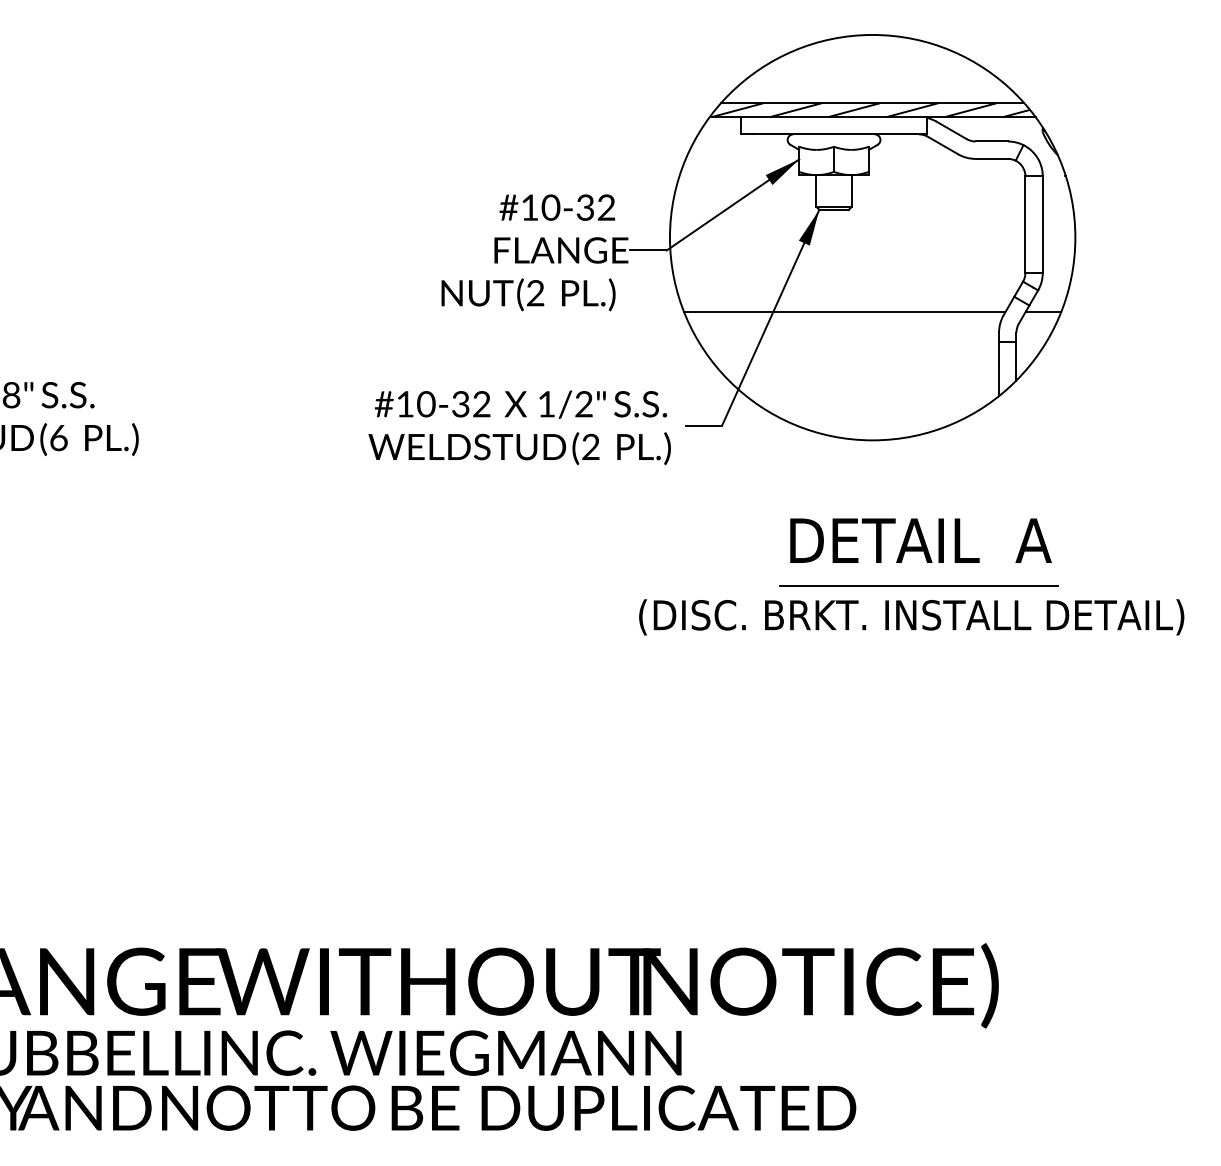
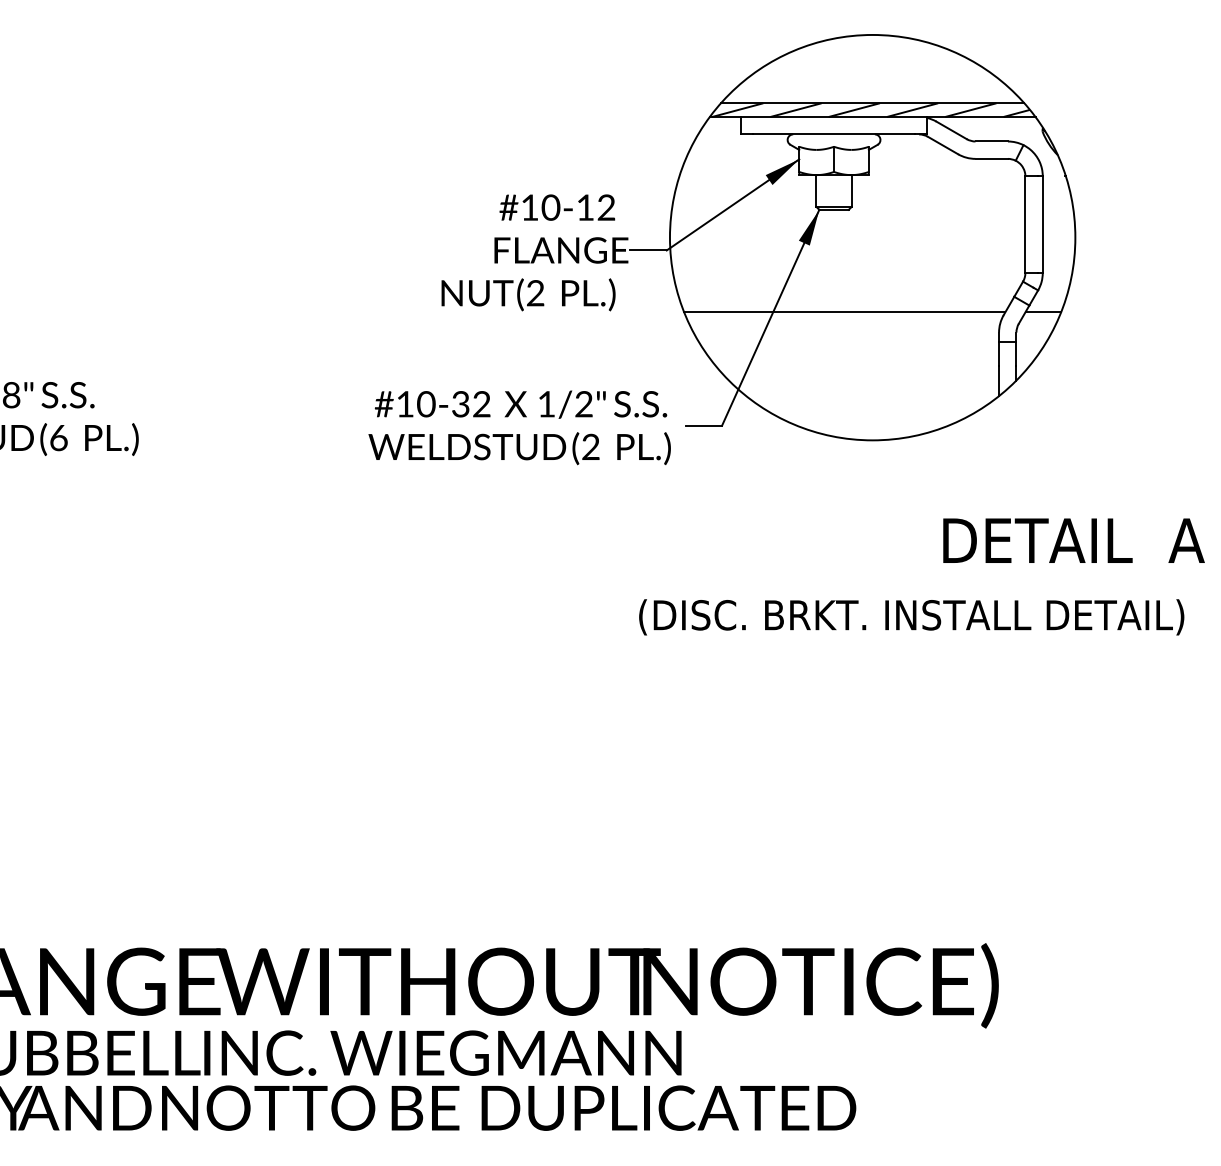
text at (584, 207): #10-32 -> #10-12
text at (920, 540) position: (920, 540) -> (1073, 540)
line at (918, 585): present -> none
